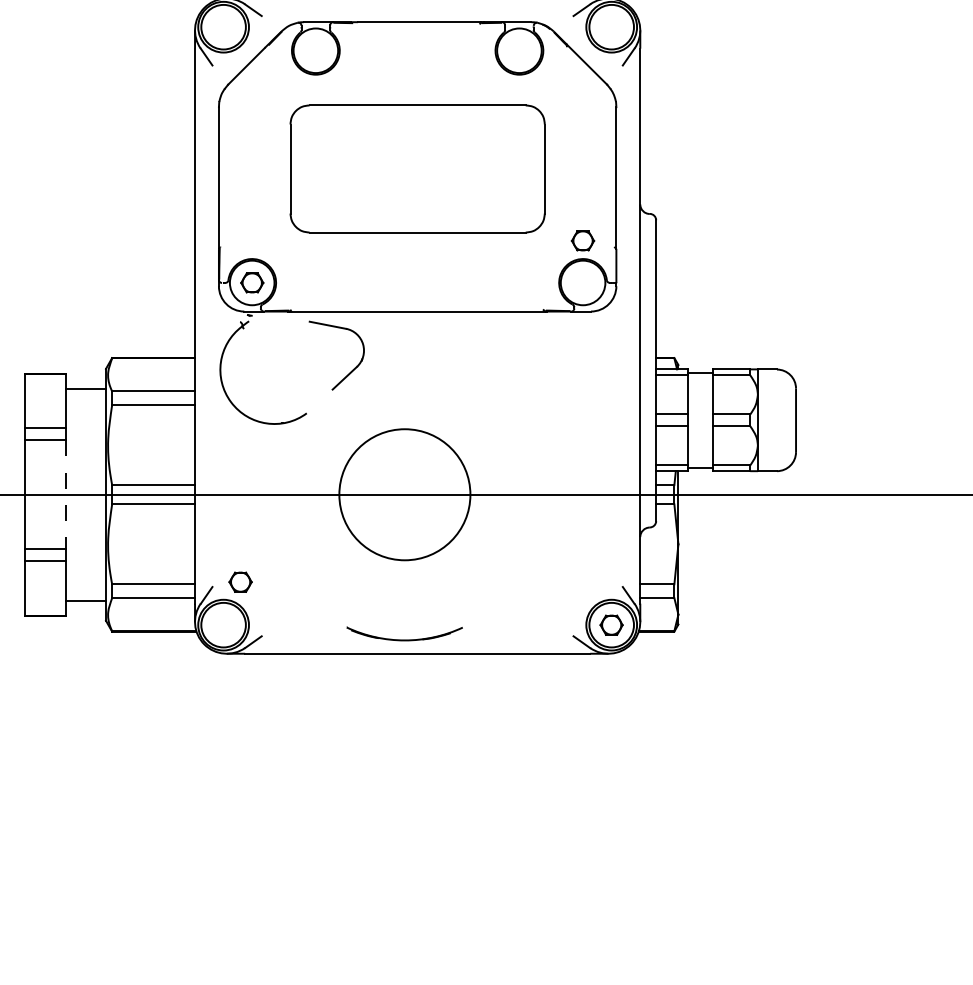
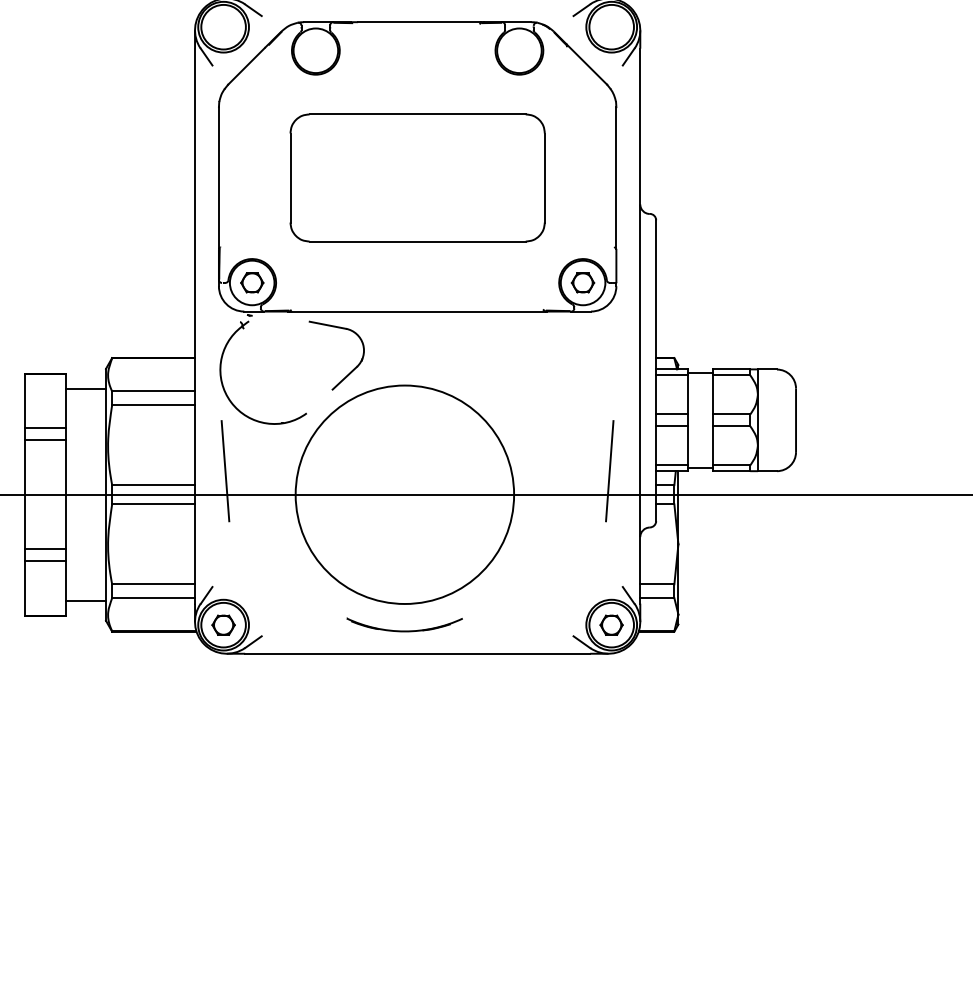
part at (417, 168) position: (417, 168) -> (417, 177)
part at (582, 240) position: (582, 240) -> (582, 282)
line at (225, 471): none -> present
line at (609, 471): none -> present
circle at (404, 494) diameter: 131 px -> 218 px
line at (65, 495): dashed -> solid
part at (240, 581) position: (240, 581) -> (223, 624)
part at (404, 633) position: (404, 633) -> (404, 624)
